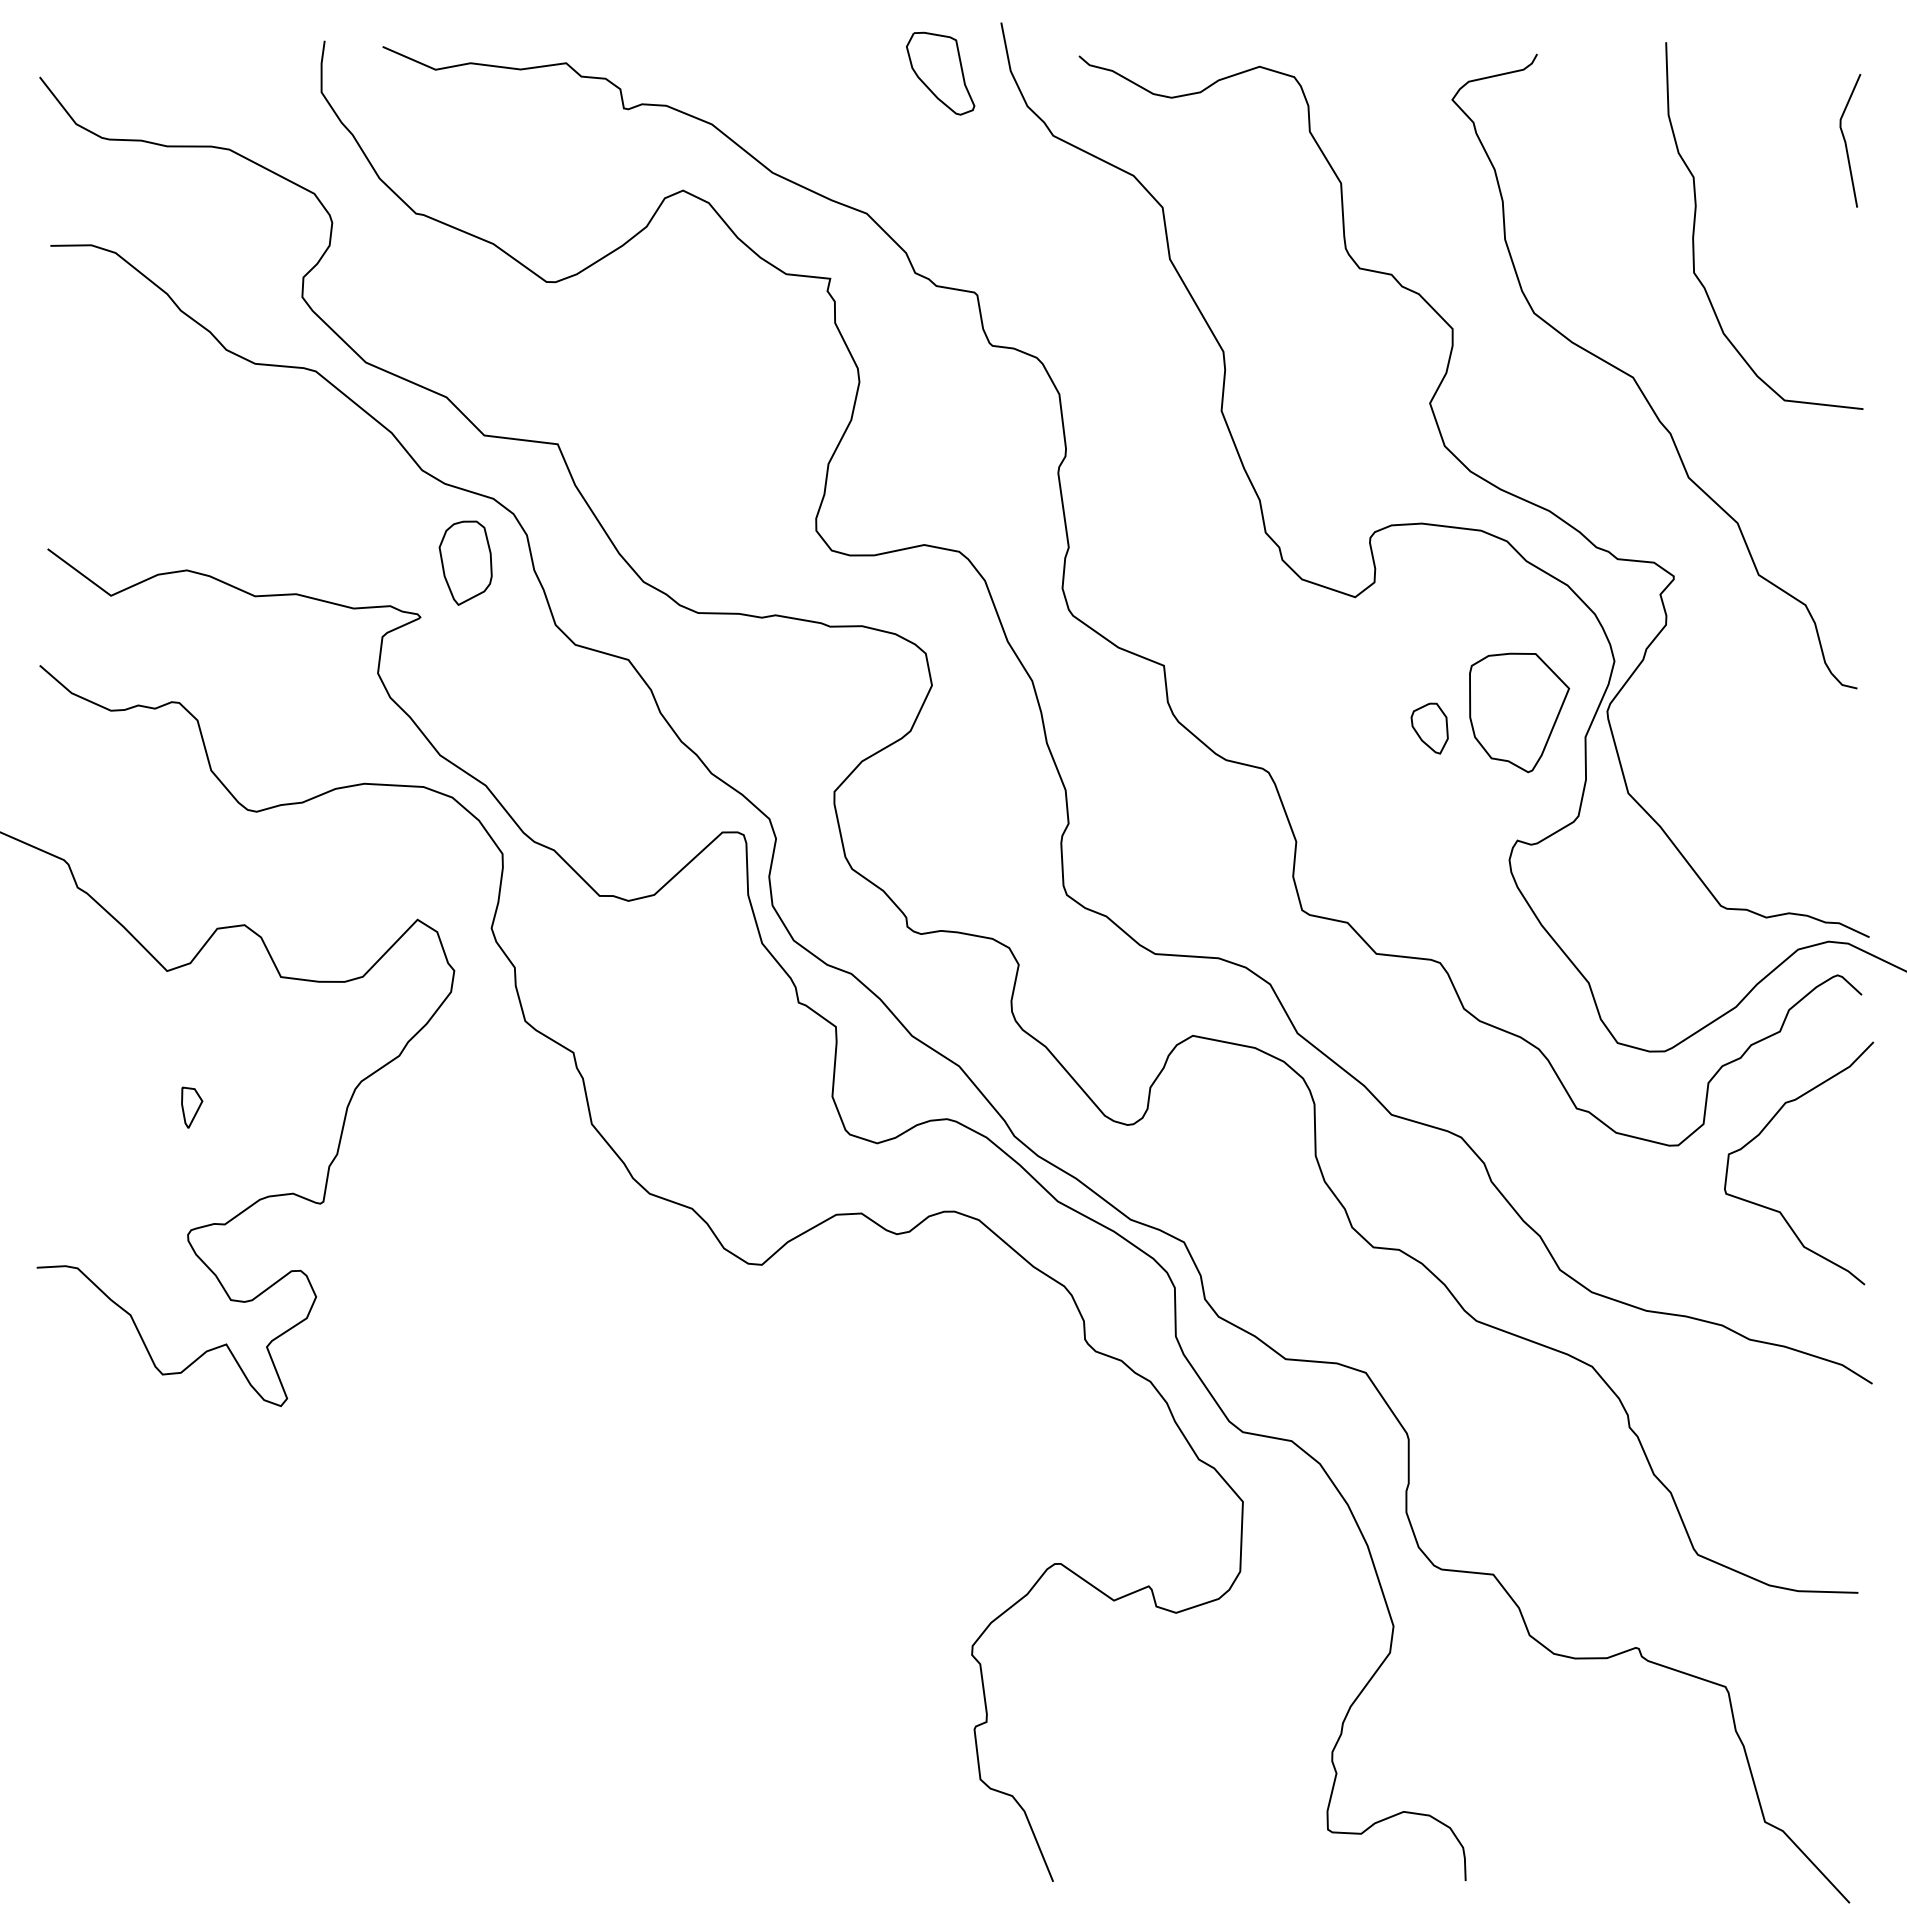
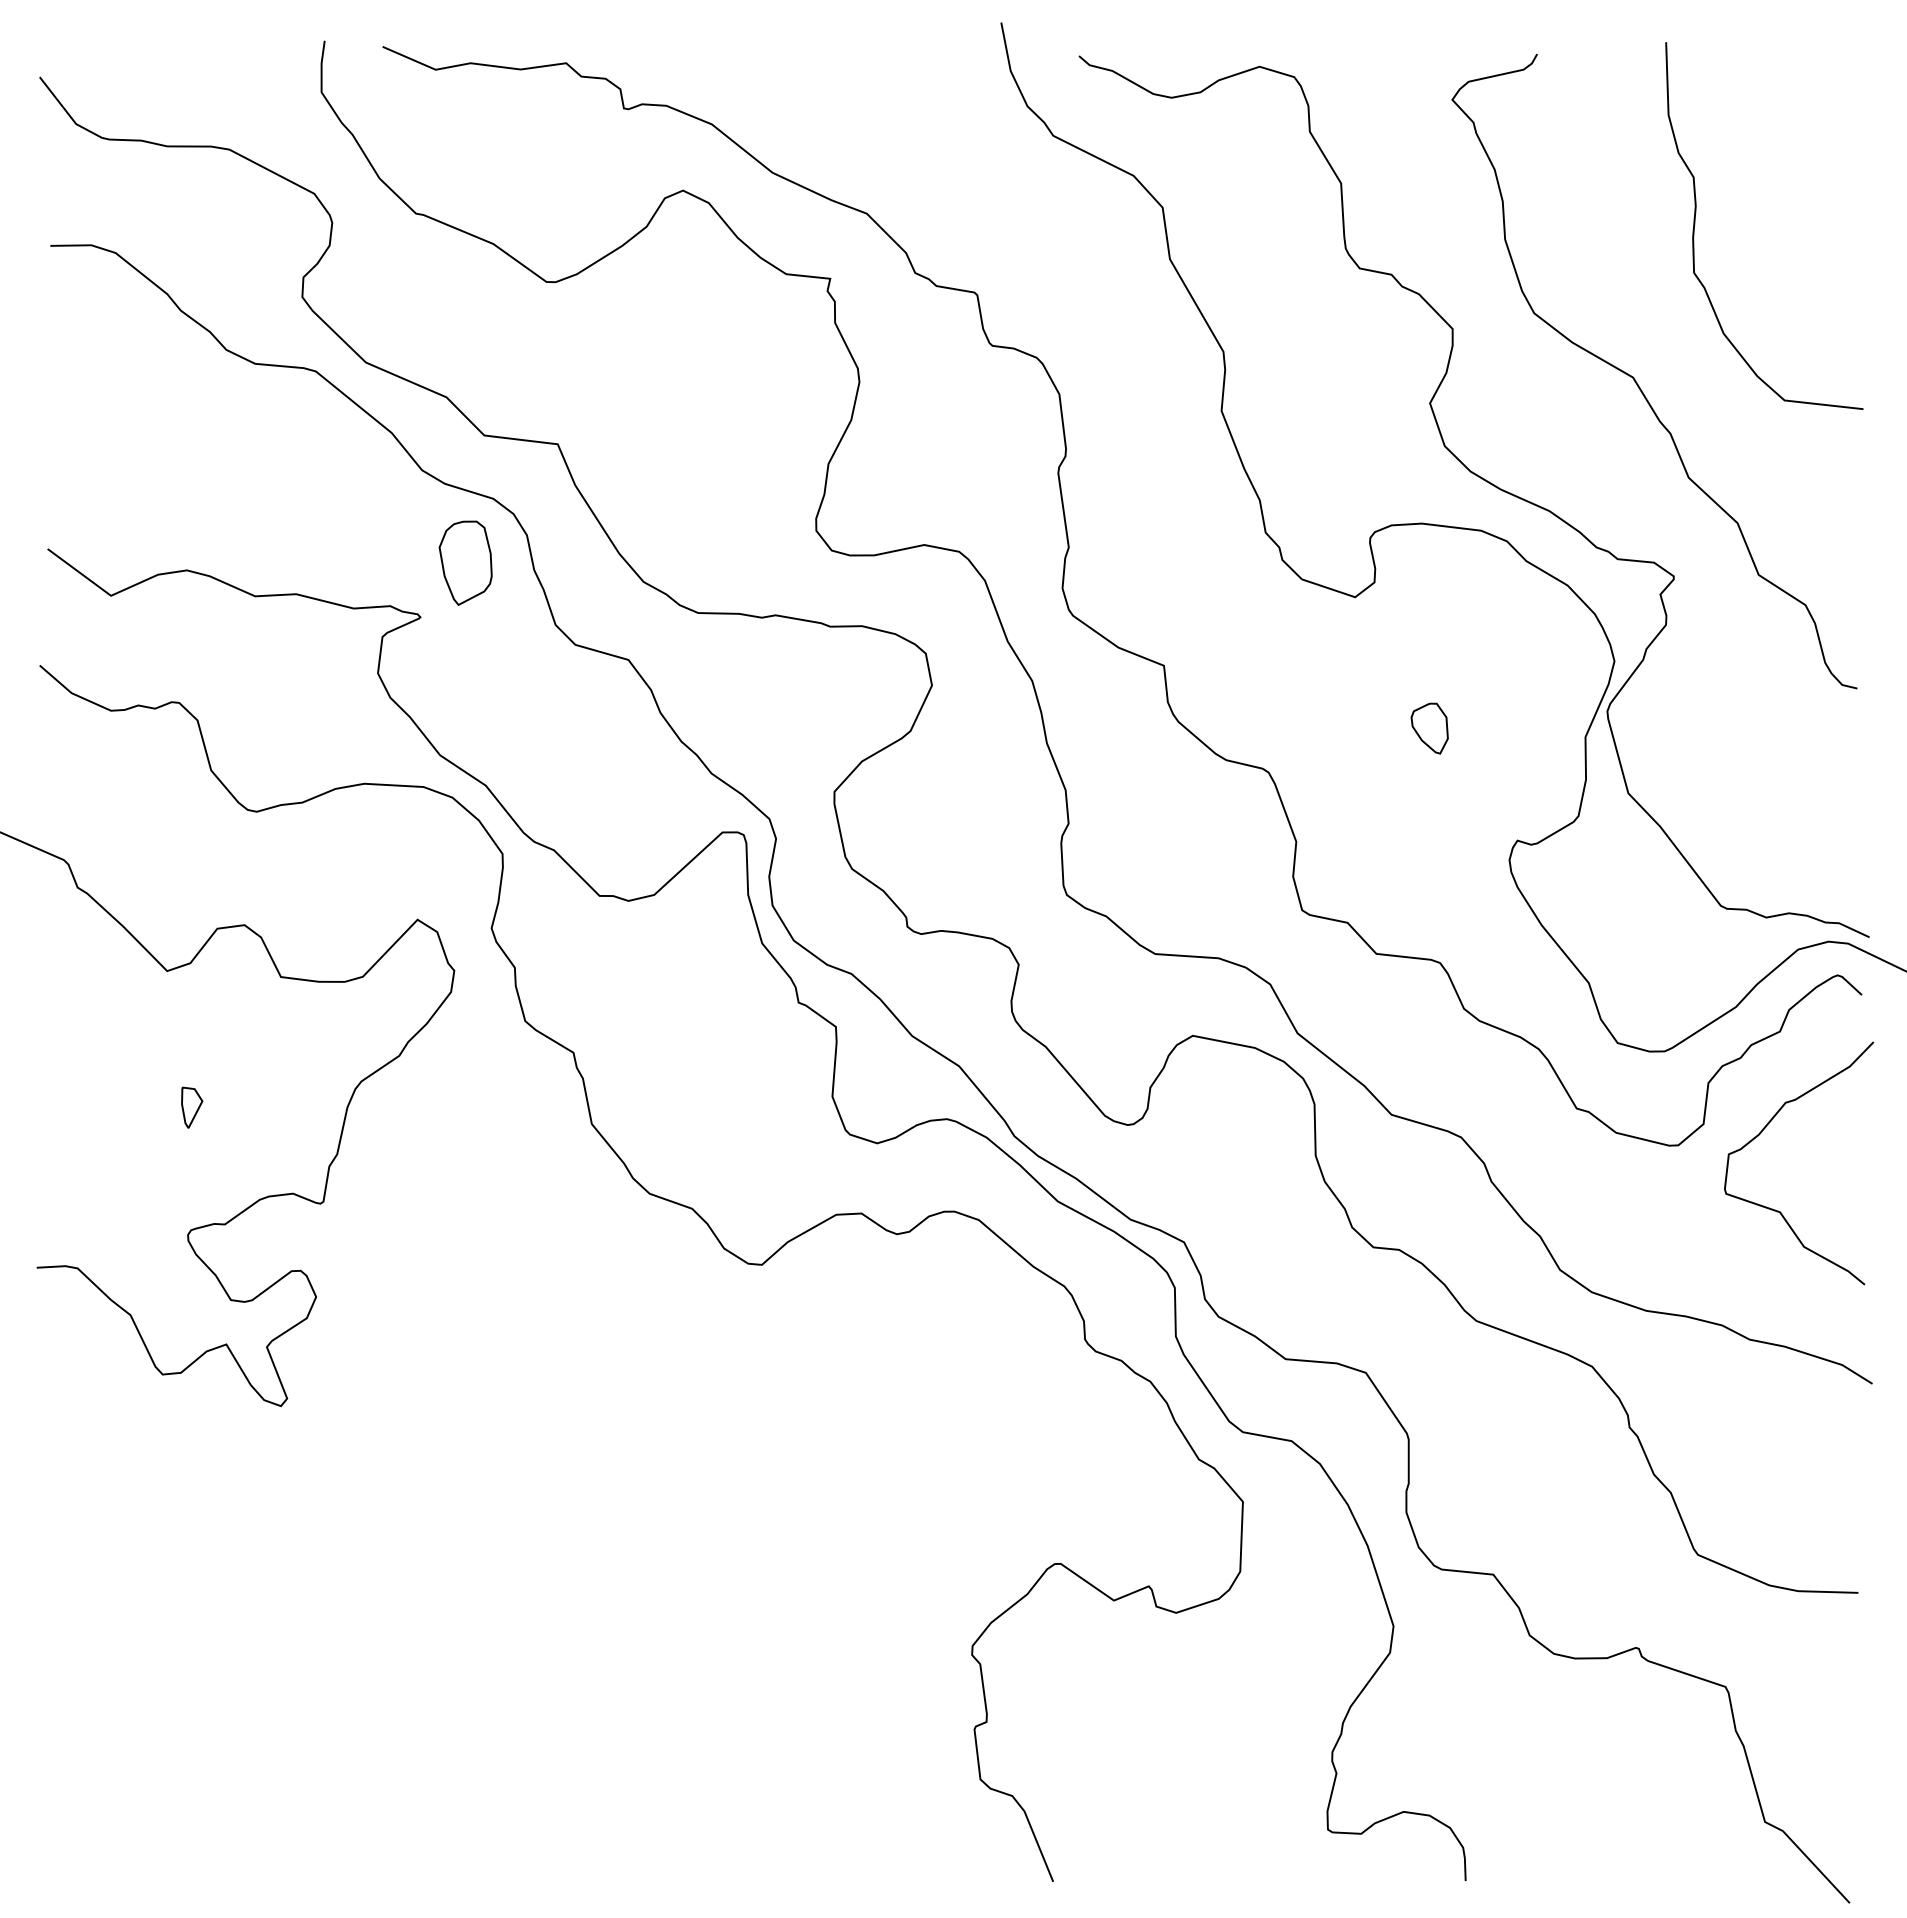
part at (940, 73): present -> none
line at (1846, 141): present -> none
part at (1519, 712): present -> none
